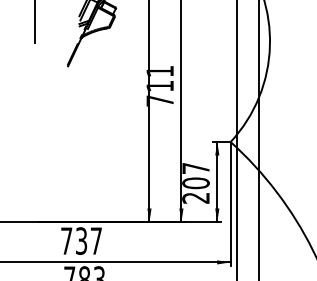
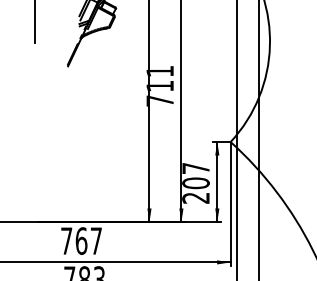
text at (81, 241): 737 -> 767
